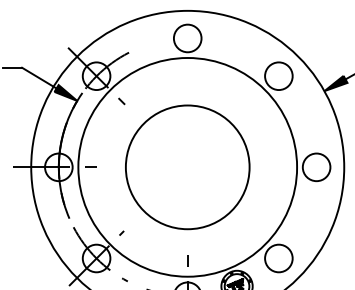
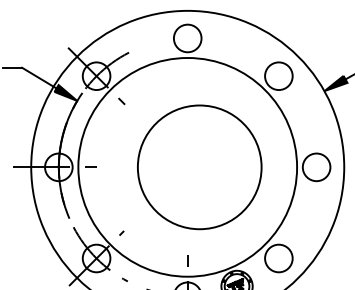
circle at (187, 167) position: (187, 167) -> (199, 167)
